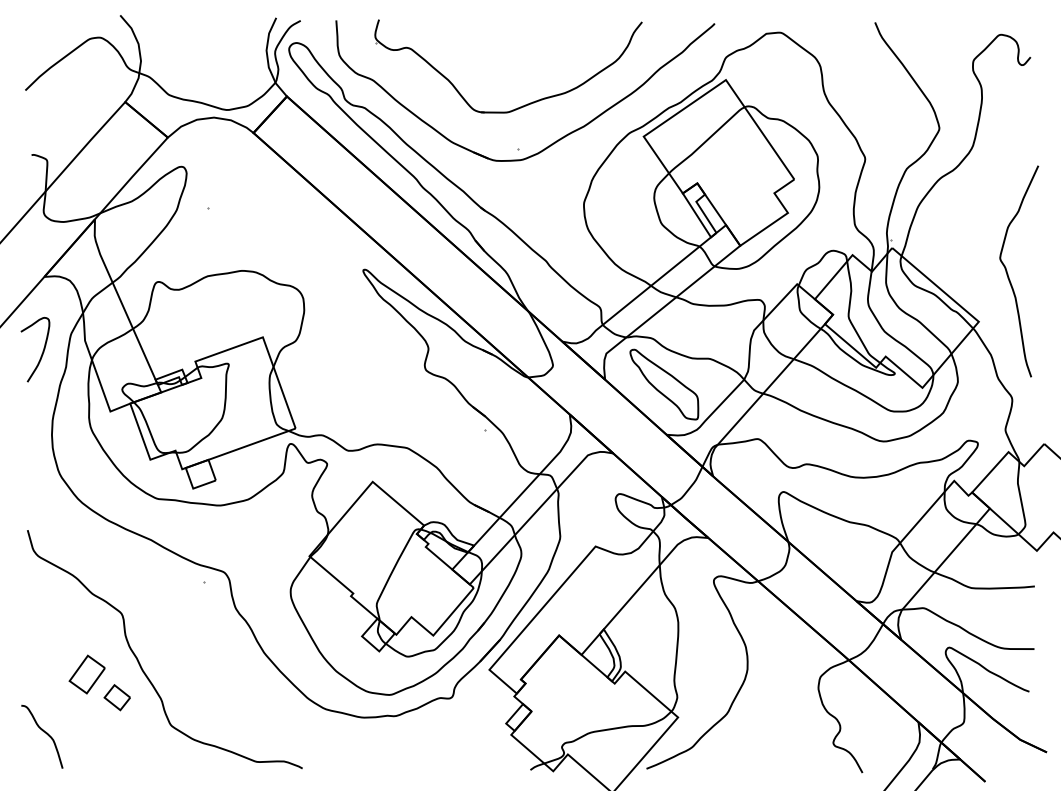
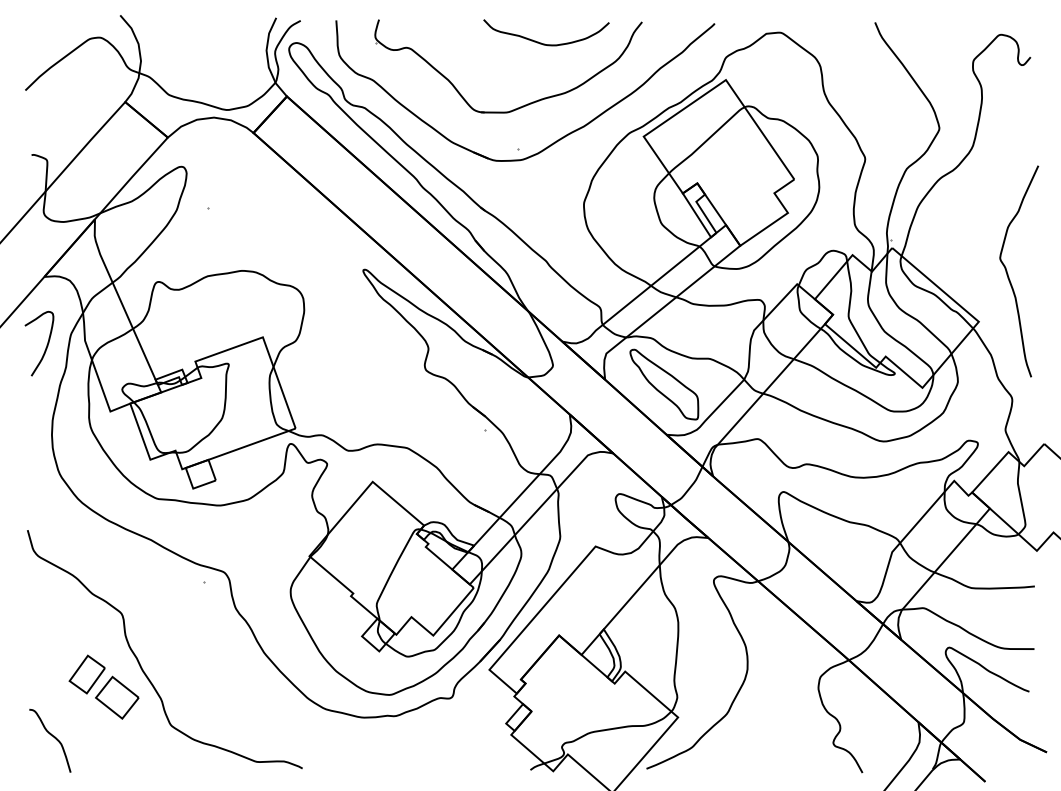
curve at (541, 42): none -> present
curve at (42, 350) position: (42, 350) -> (46, 344)
part at (116, 697) size: 28x28 px -> 45x45 px
curve at (45, 733) position: (45, 733) -> (53, 737)
